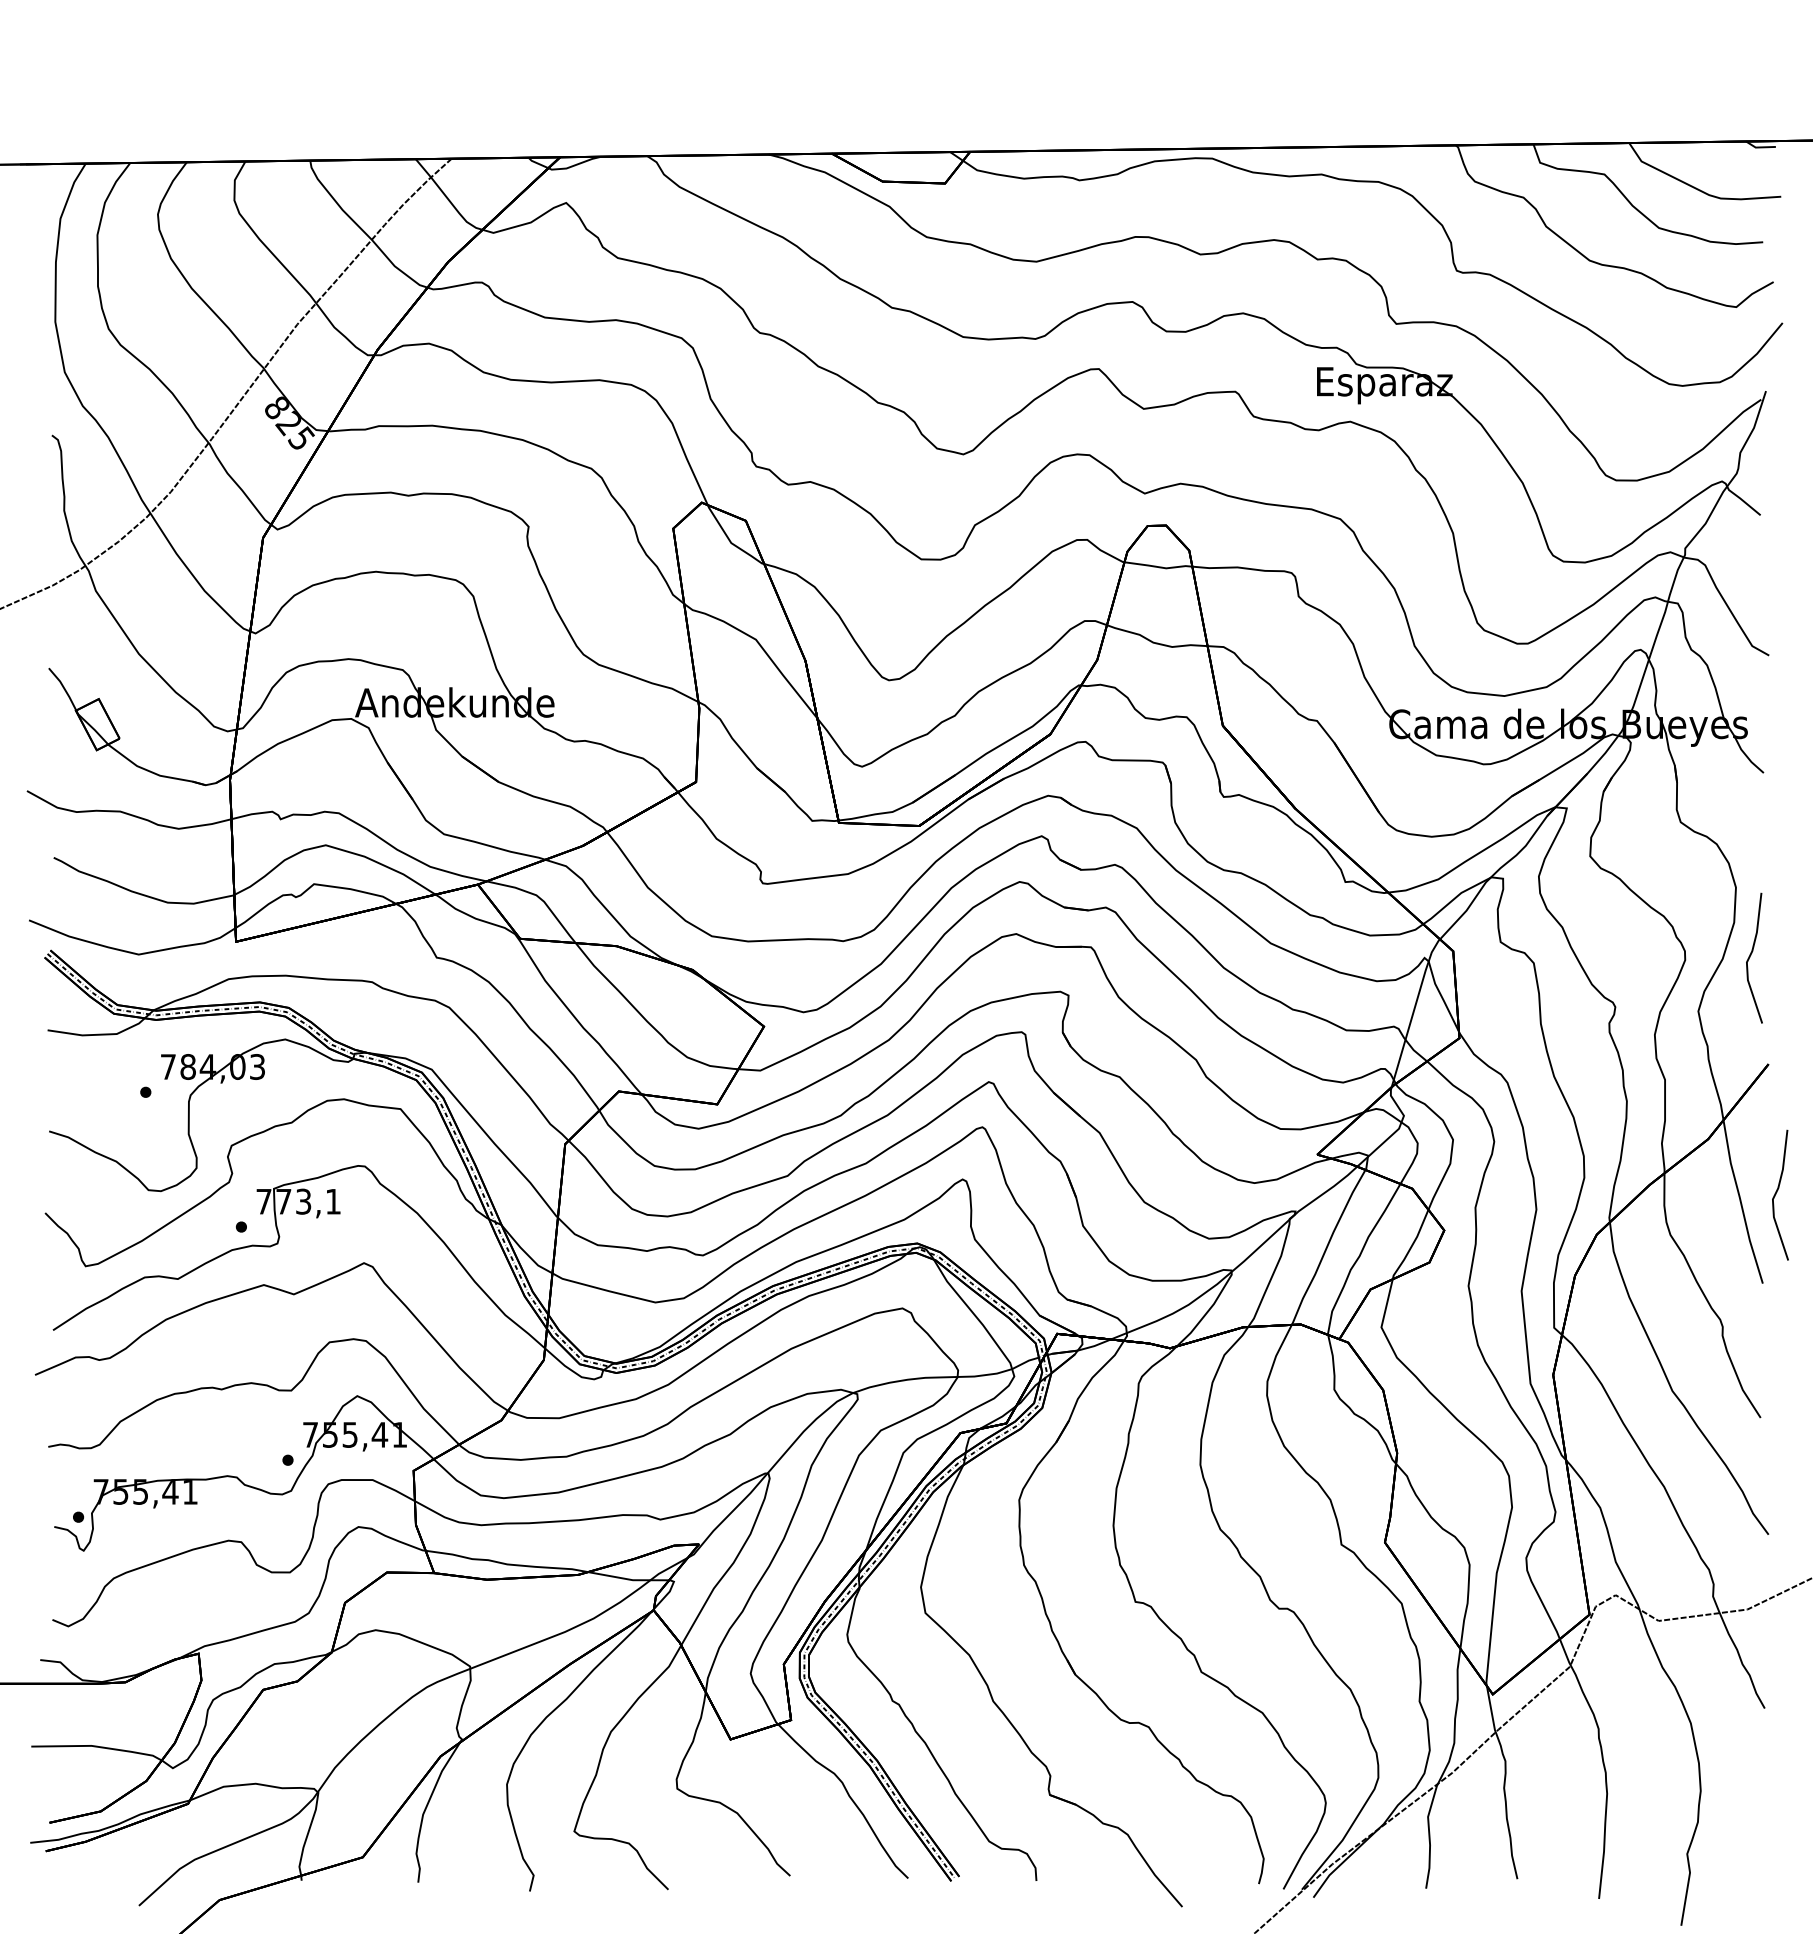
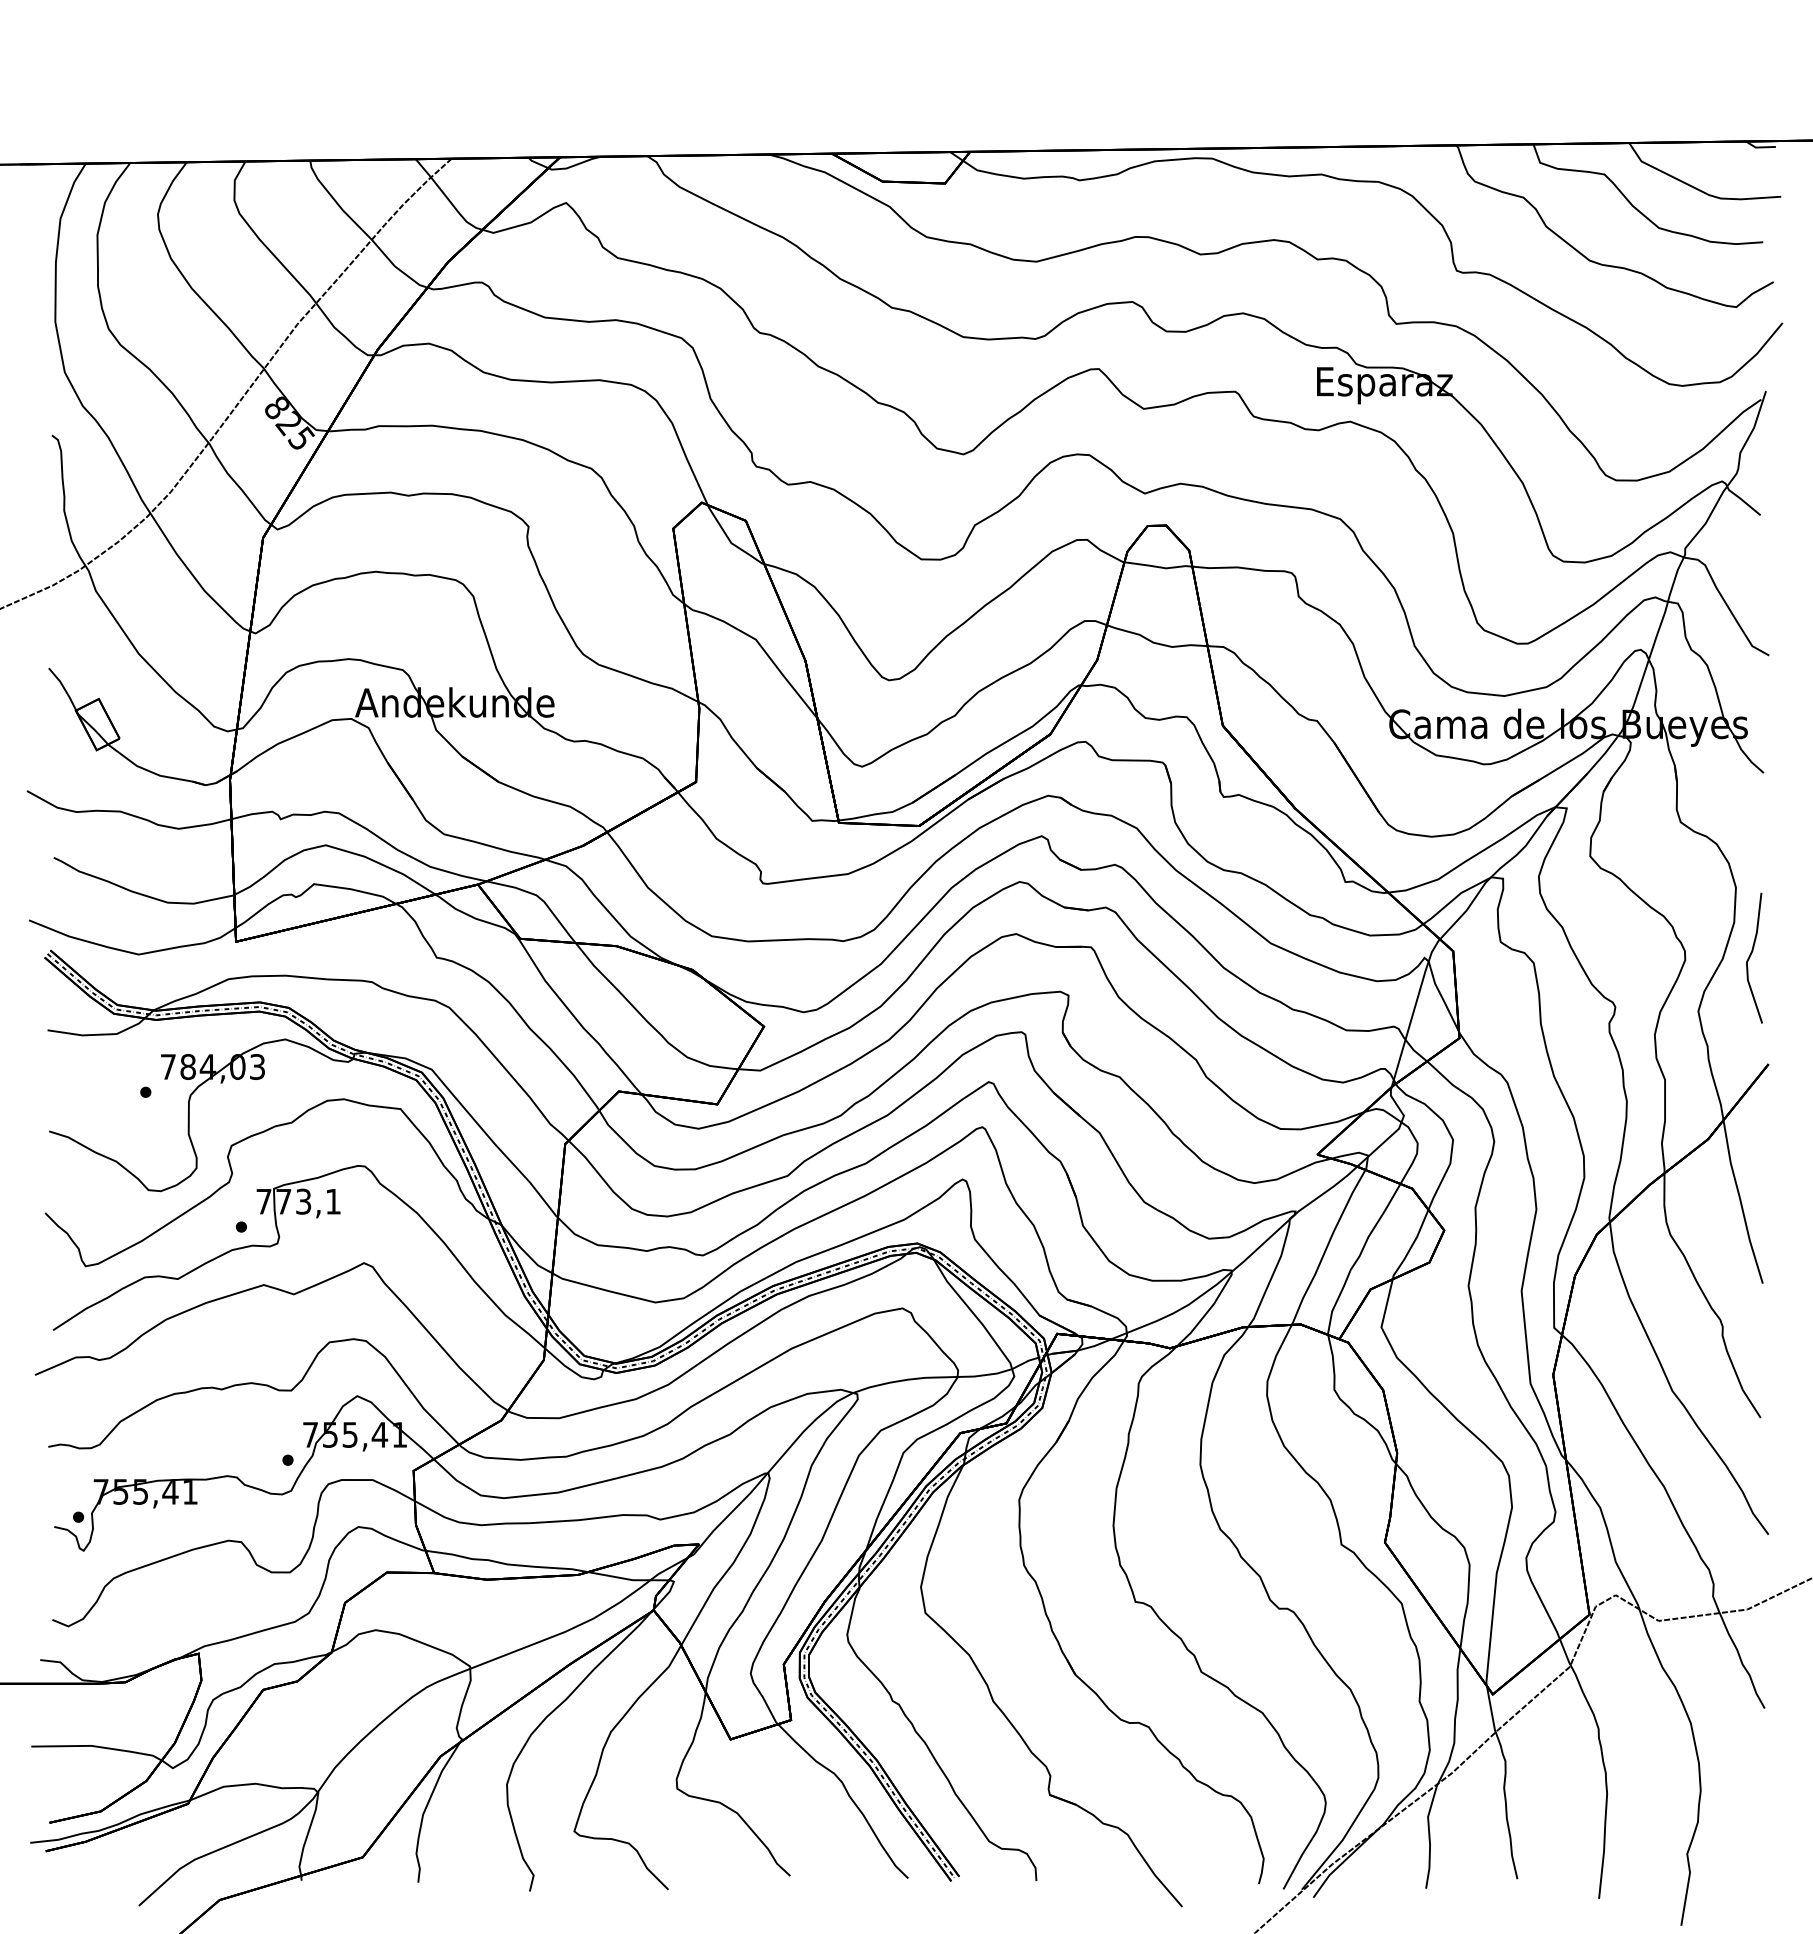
curve at (1777, 1192): present -> none
